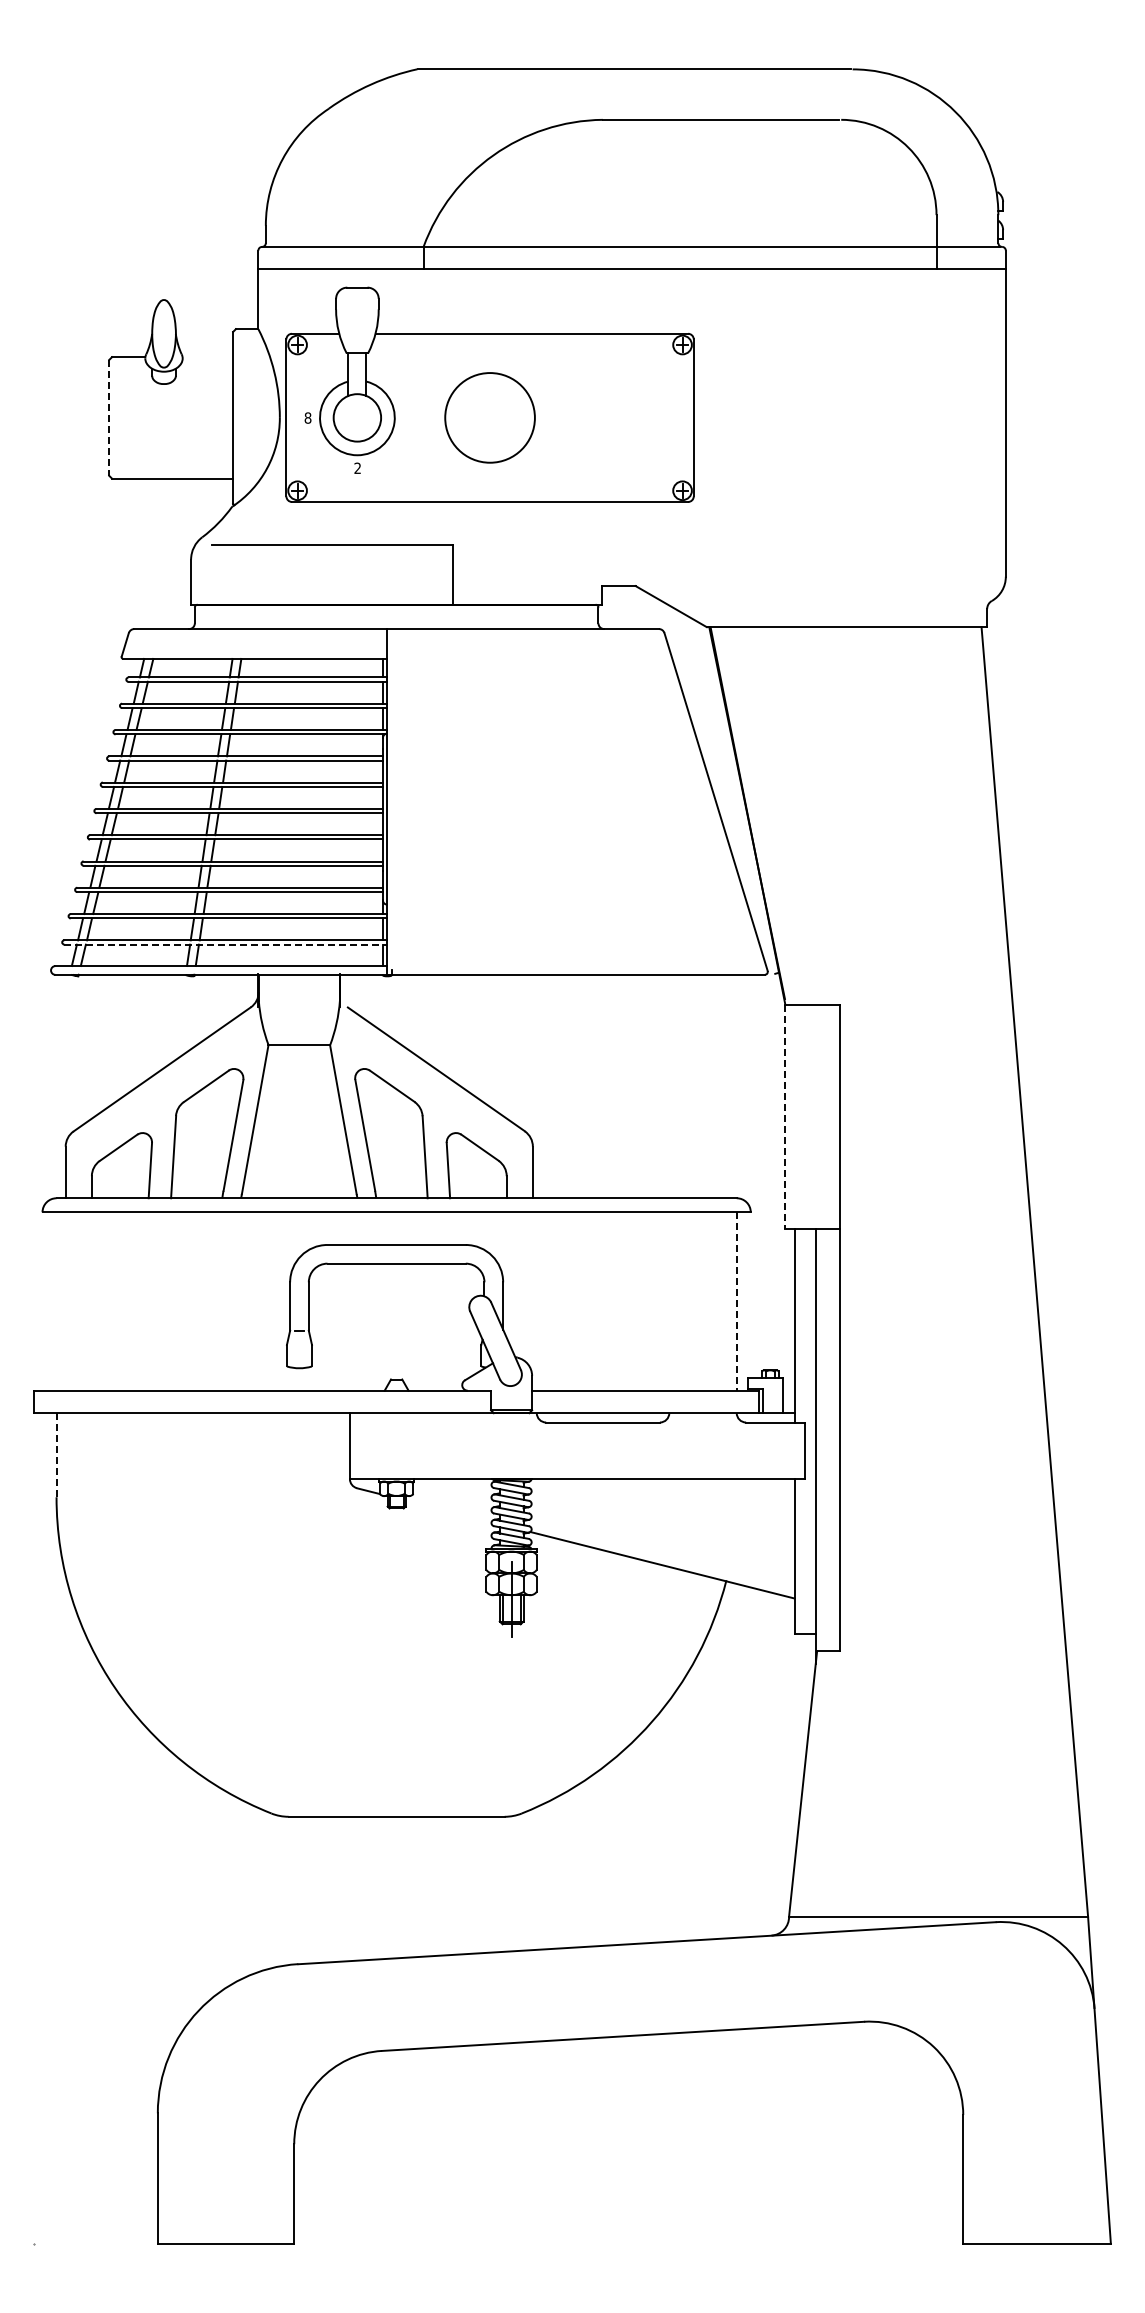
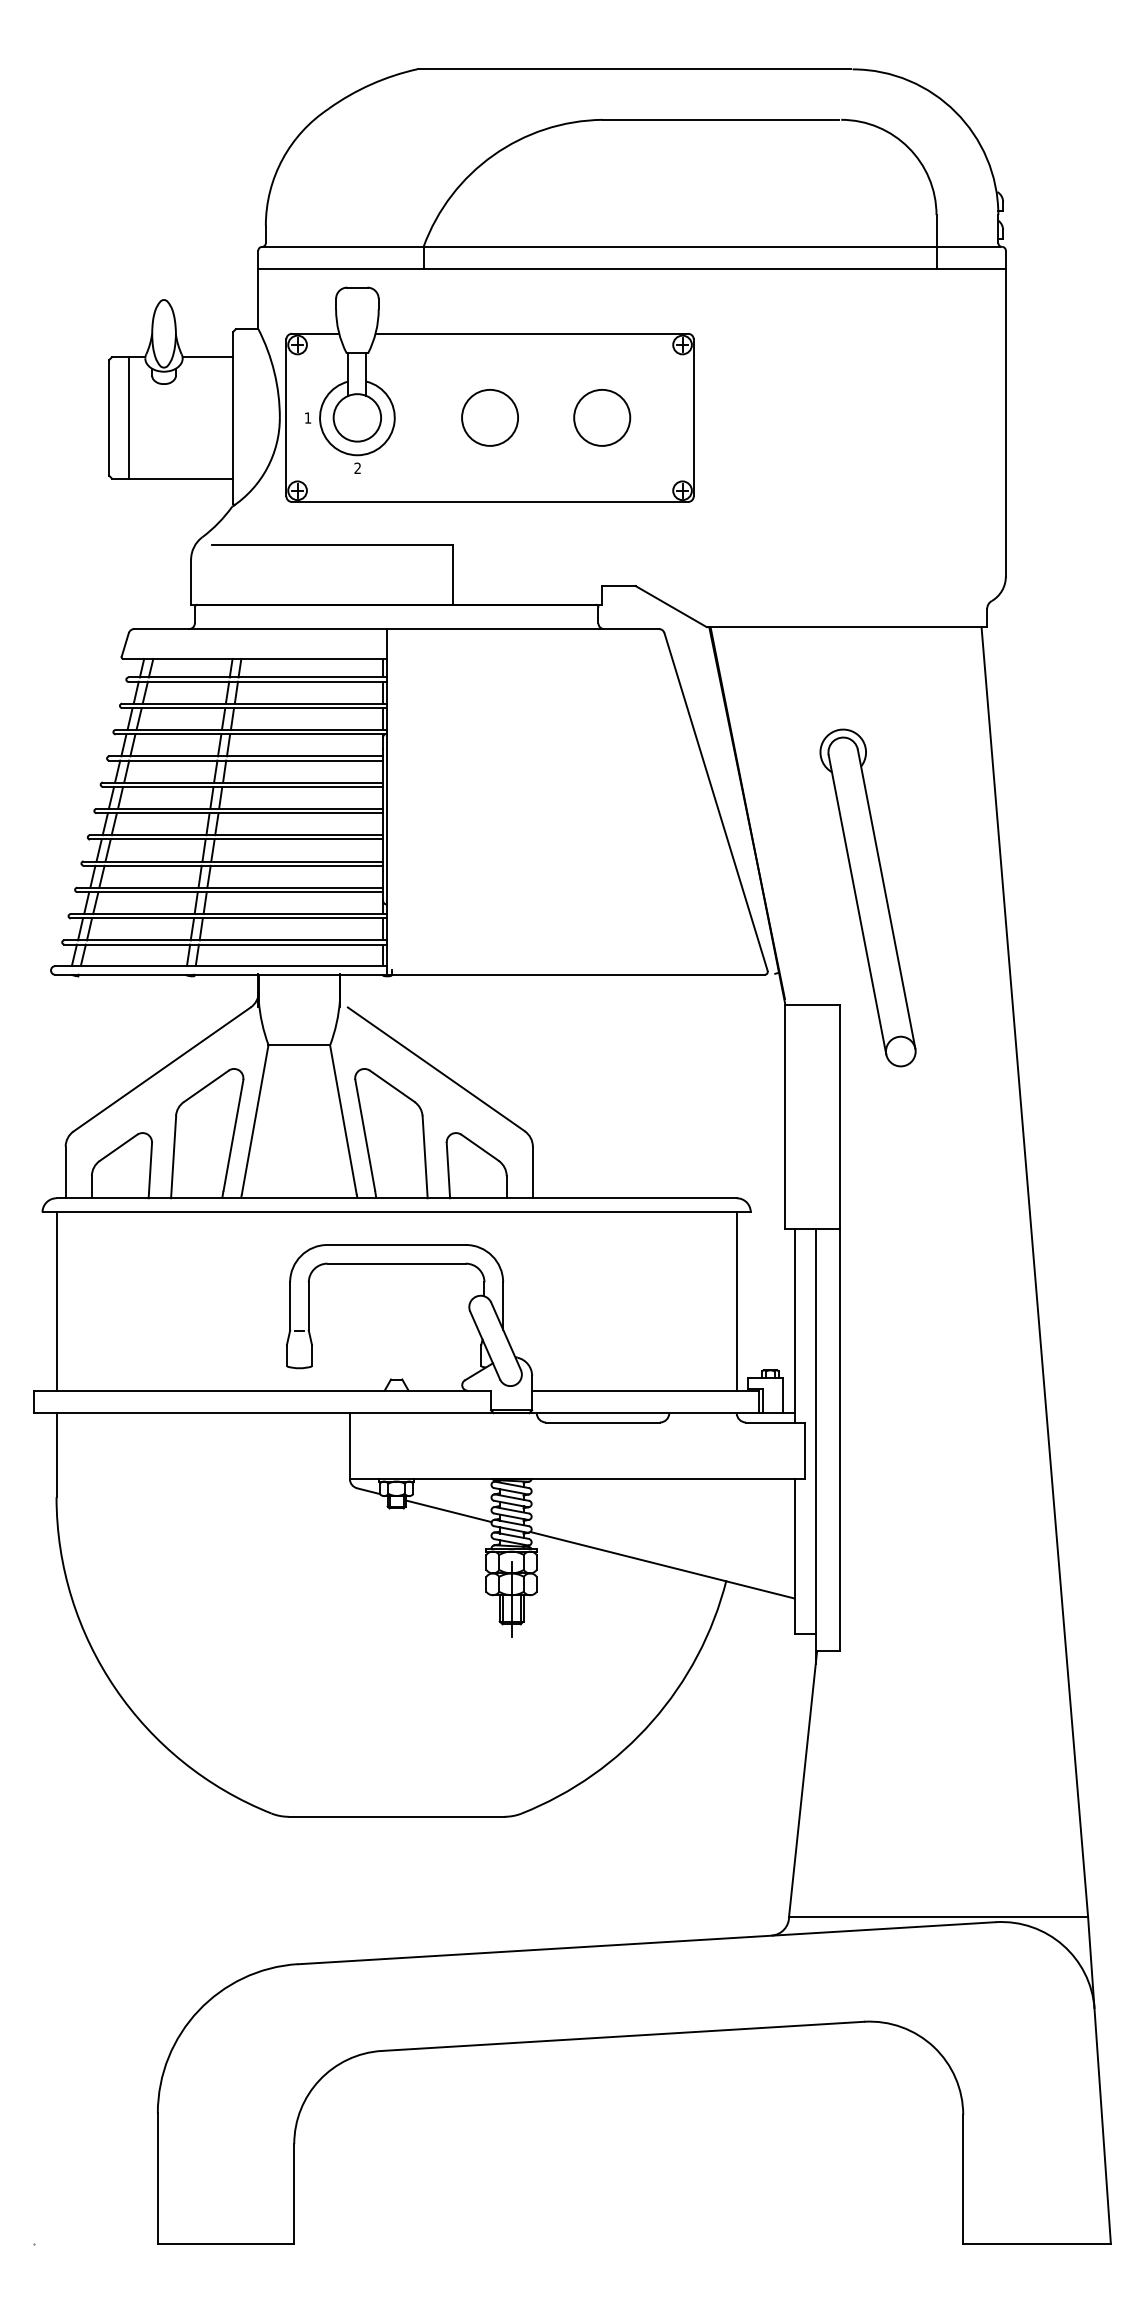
line at (207, 357): none -> present
line at (109, 417): dashed -> solid
line at (128, 417): none -> present
text at (307, 417): 8 -> 1
circle at (489, 417) diameter: 90 px -> 56 px
circle at (602, 417): none -> present
part at (867, 897): none -> present
line at (226, 944): dashed -> solid
line at (785, 1117): dashed -> solid
line at (56, 1301): none -> present
line at (736, 1302): dashed -> solid
line at (56, 1455): dashed -> solid
line at (448, 1511): none -> present
